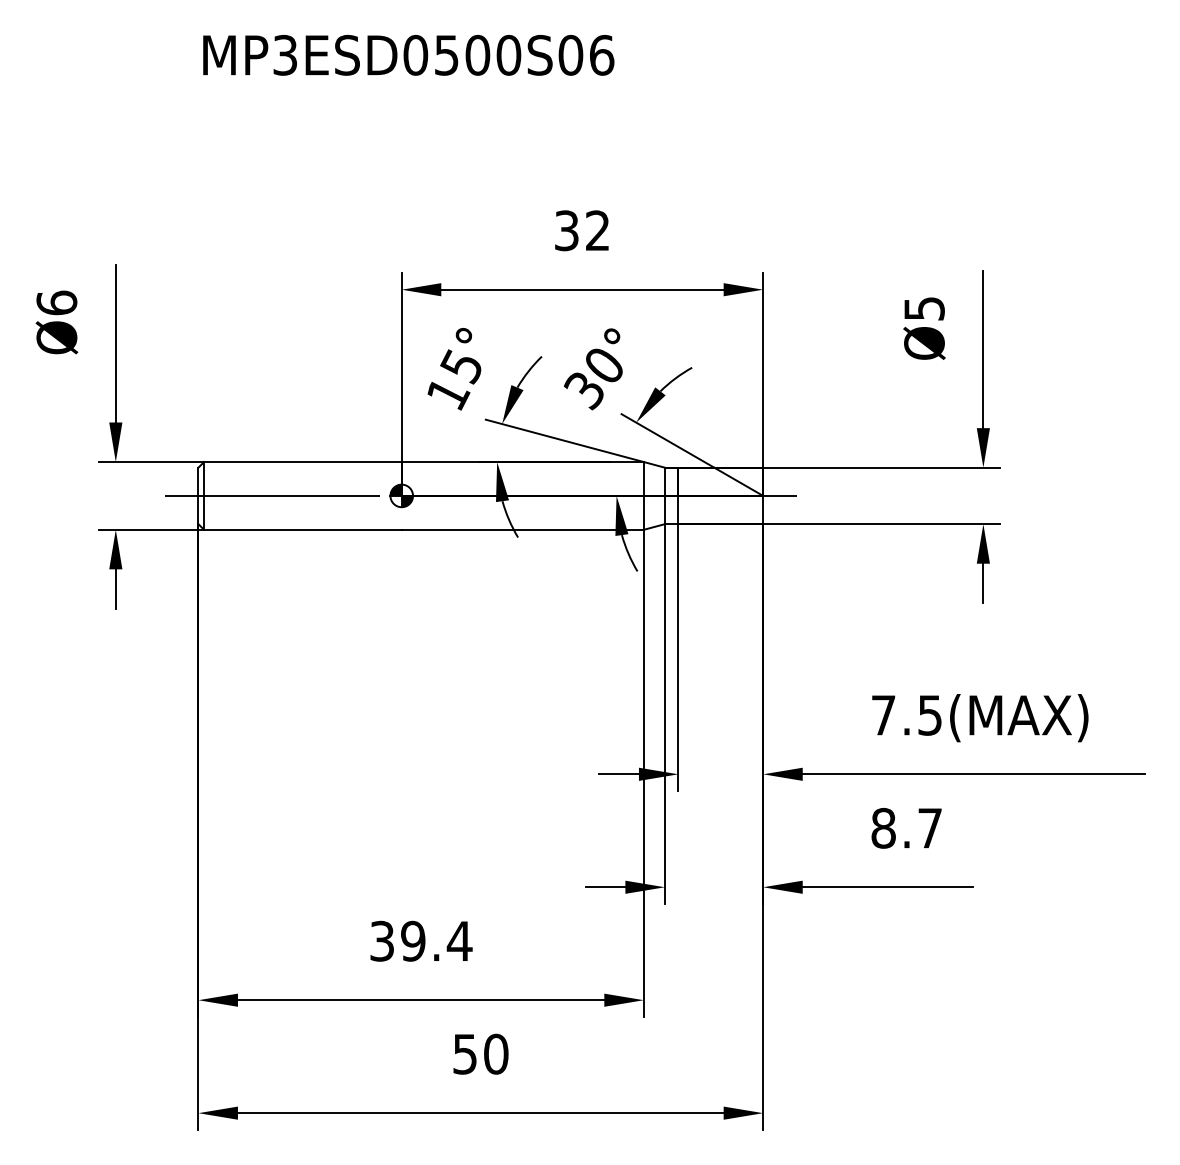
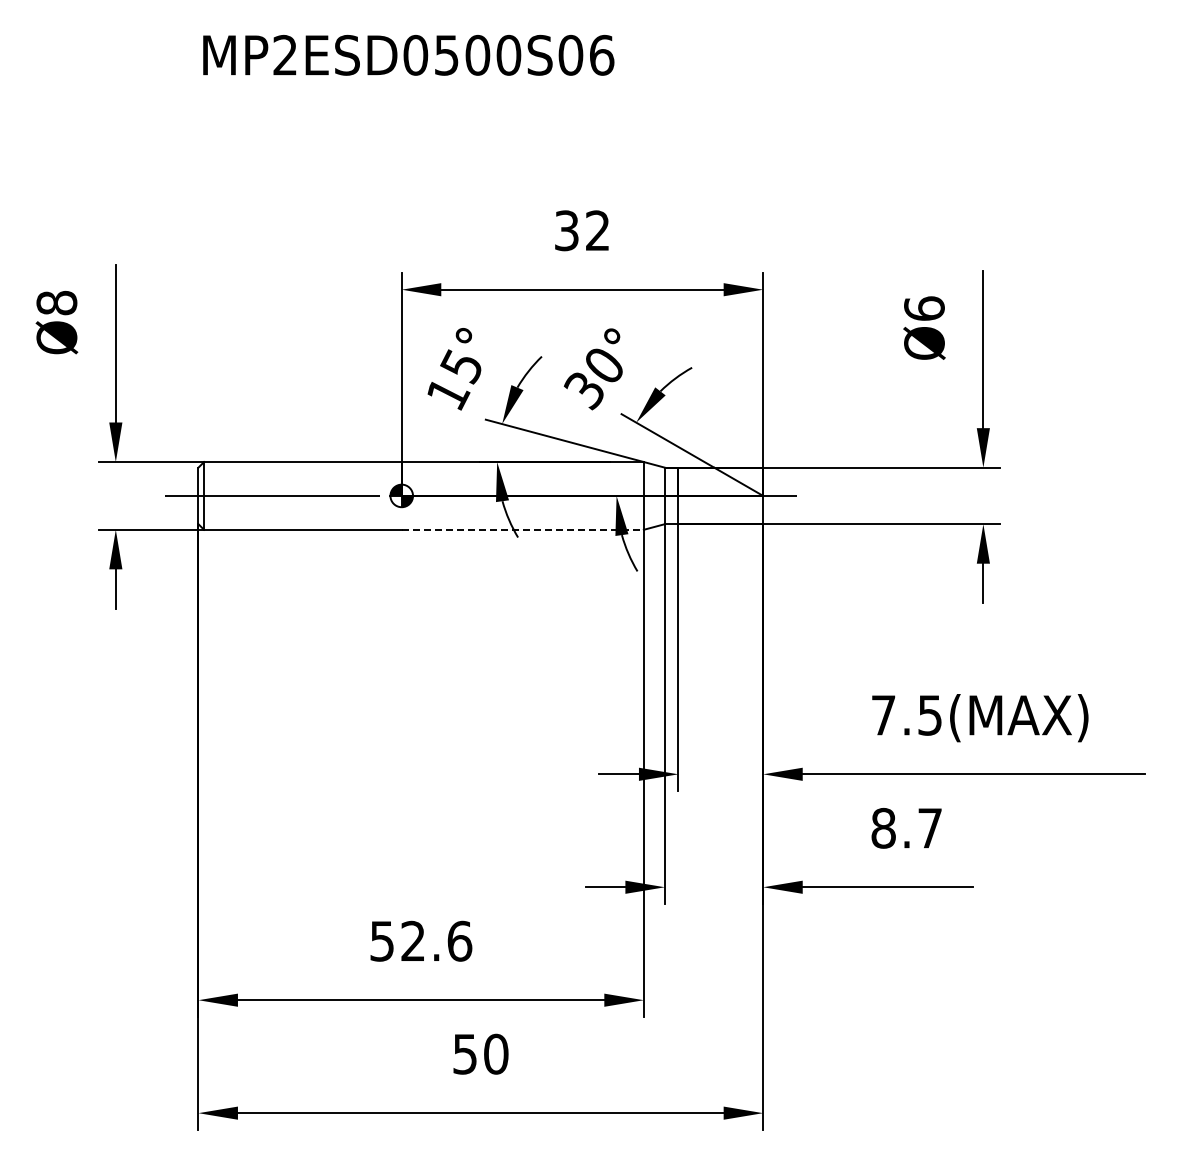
text at (284, 55): MP3ESD0500S06 -> MP2ESD0500S06
text at (56, 302): Ø6 -> Ø8
text at (924, 308): Ø5 -> Ø6
line at (523, 529): solid -> dashed
text at (421, 940): 39.4 -> 52.6
